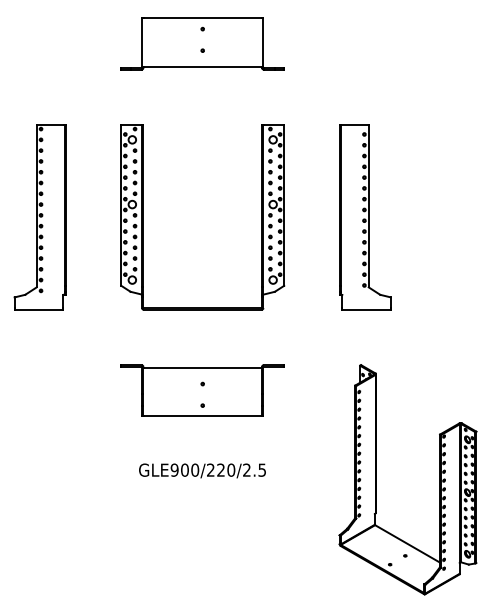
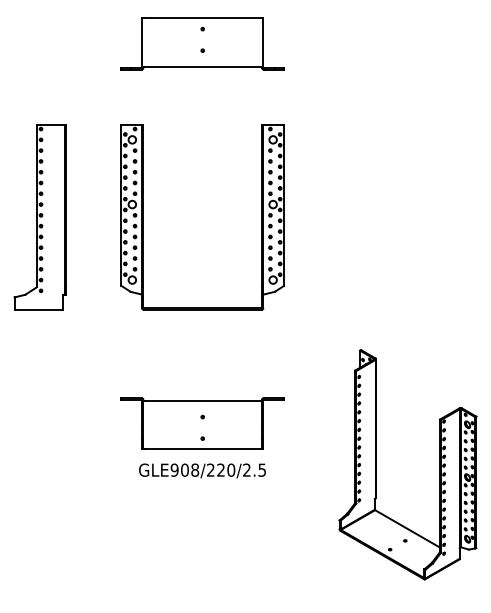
part at (365, 217): present -> none
part at (202, 390) position: (202, 390) -> (202, 423)
text at (195, 469): GLE900/220/2.5 -> GLE908/220/2.5
part at (376, 479) position: (376, 479) -> (376, 464)
